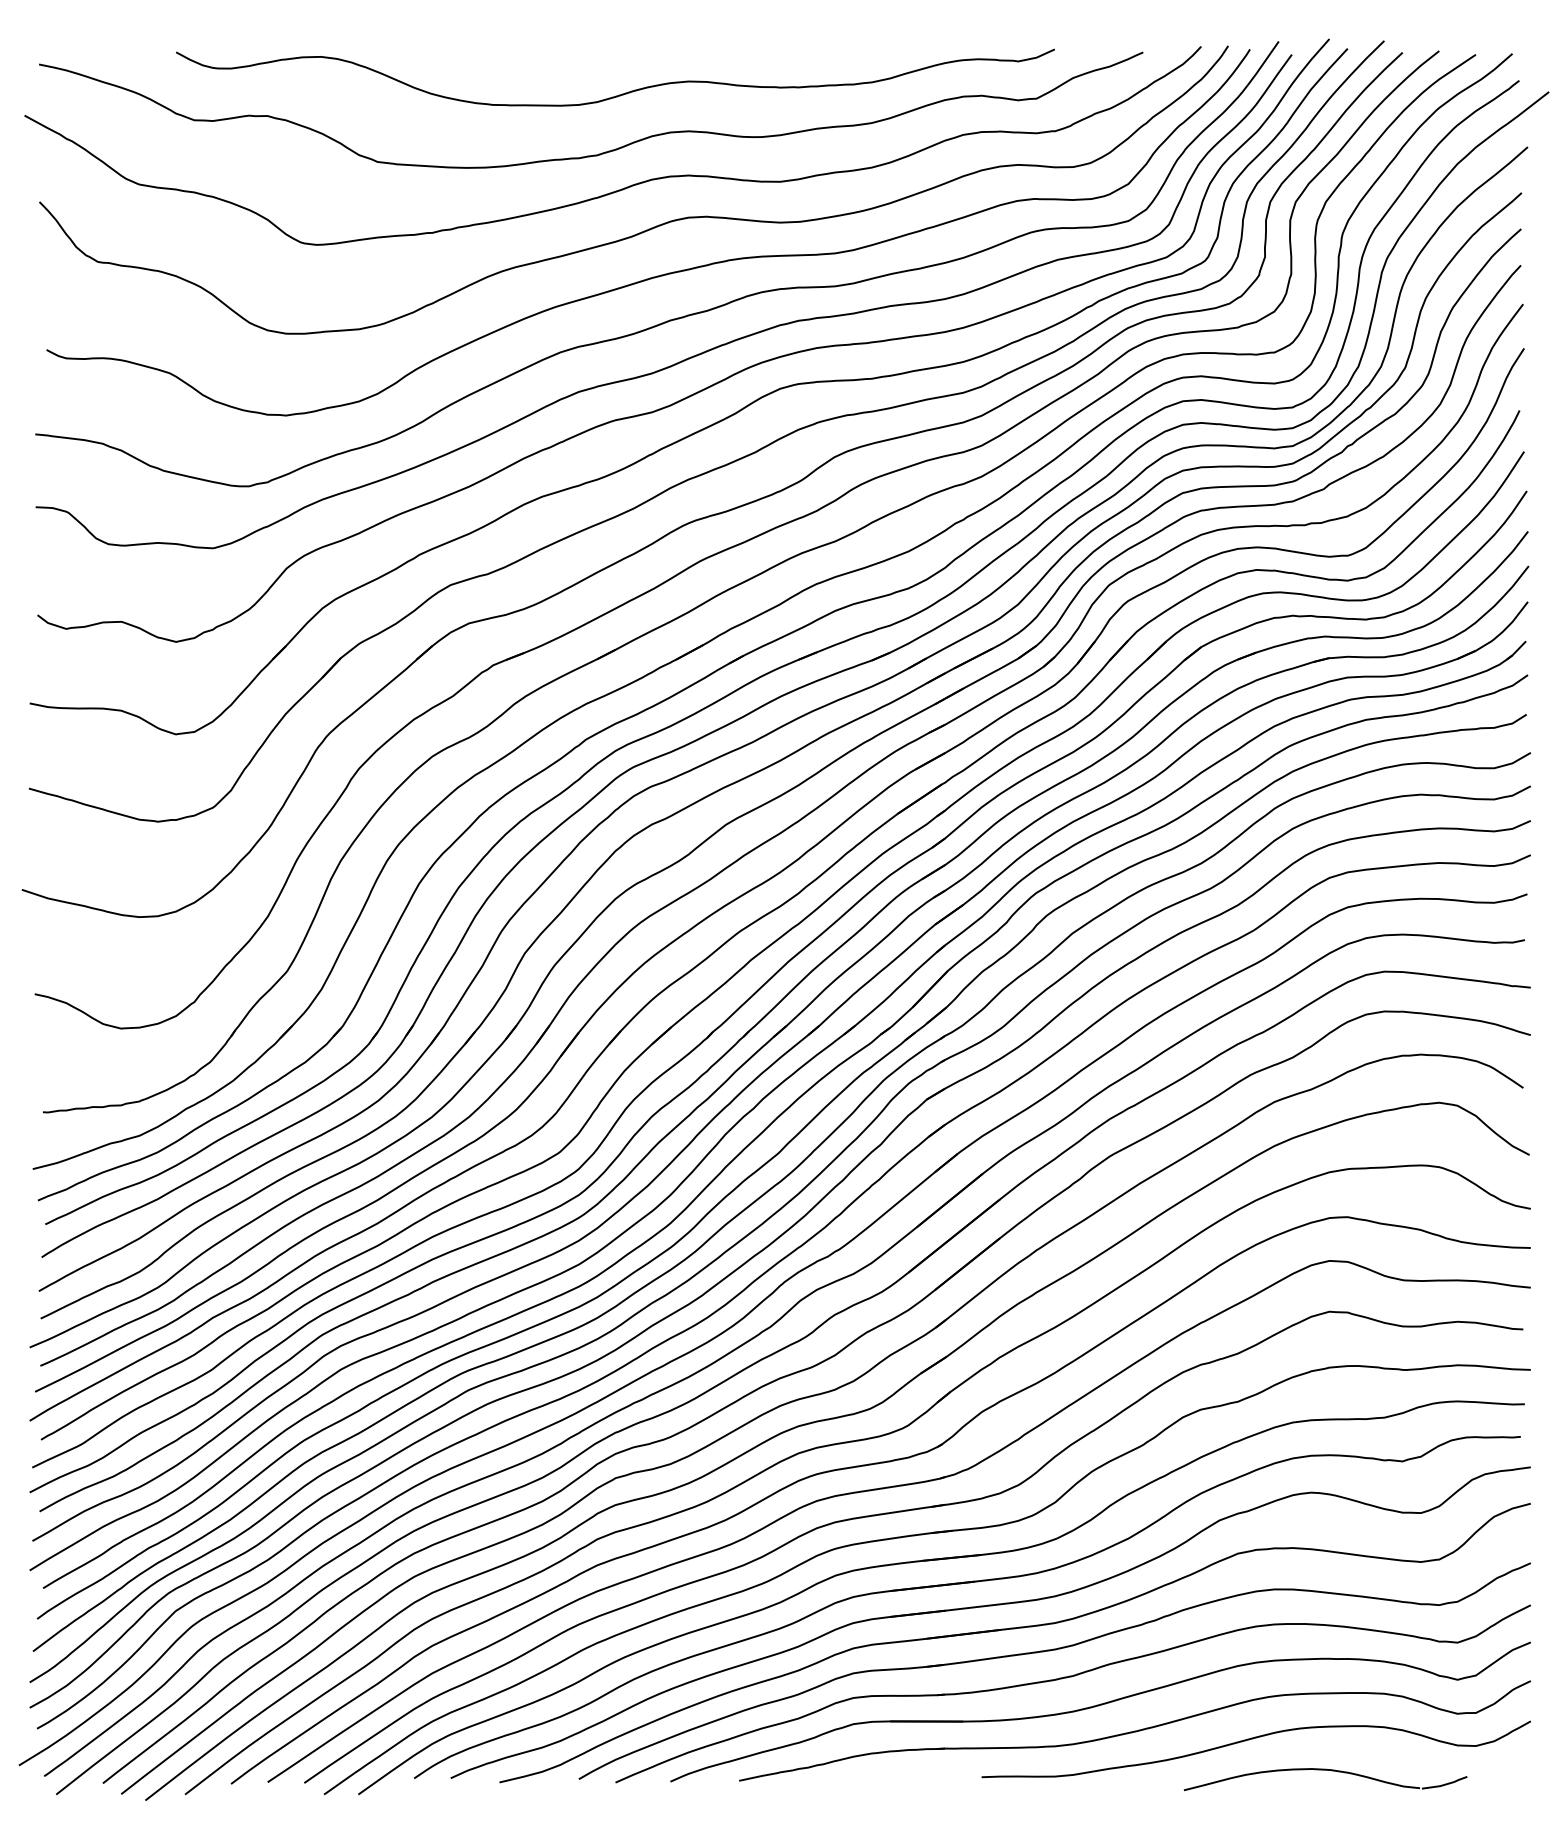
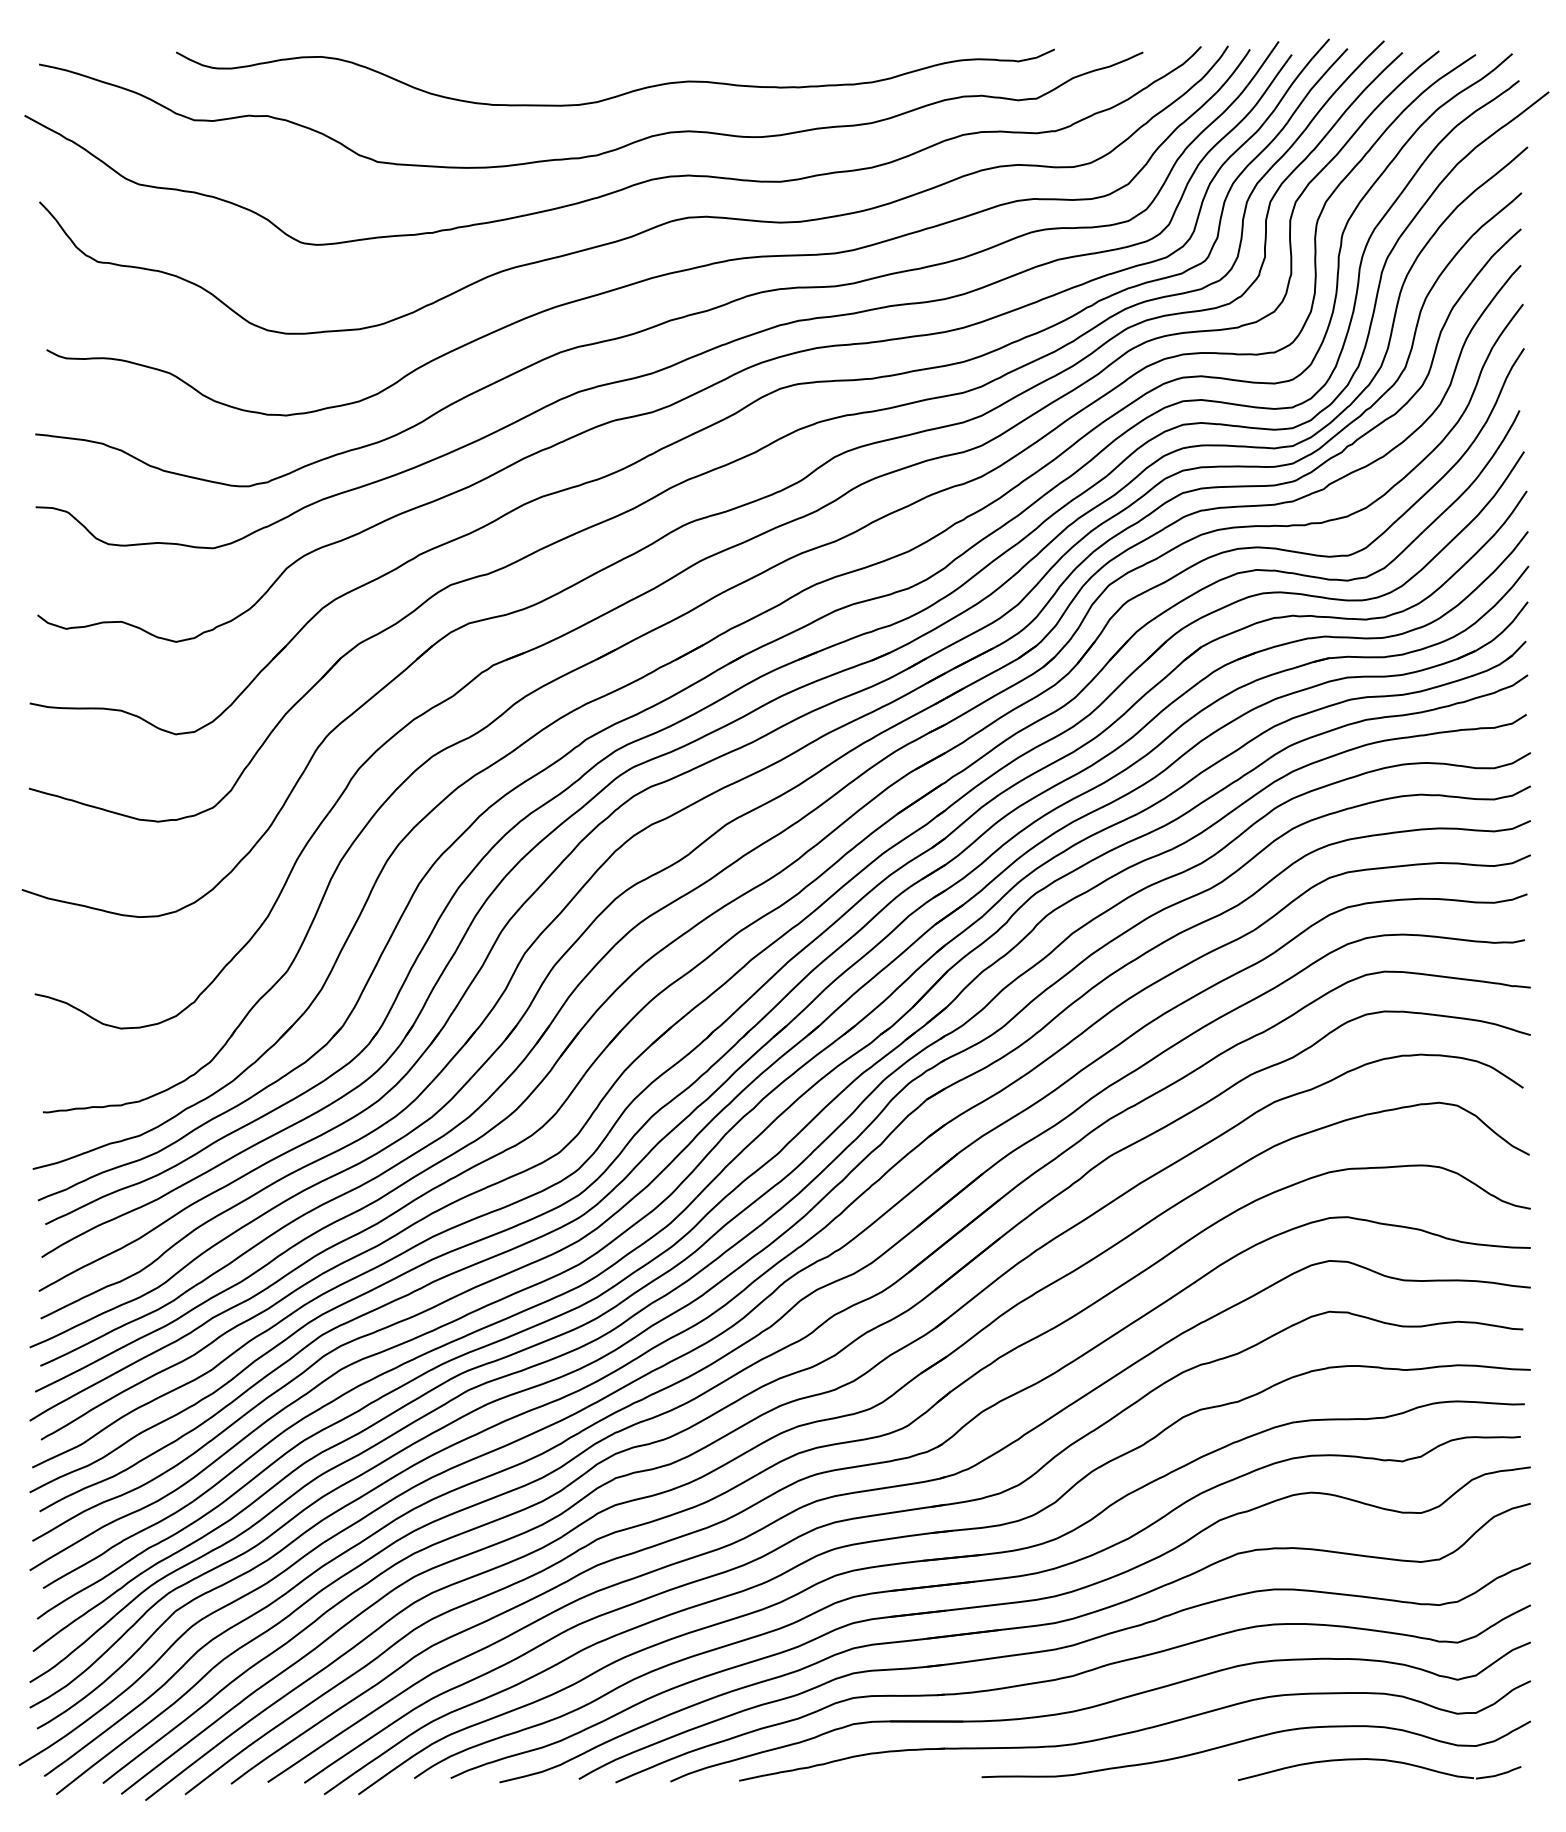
part at (1325, 1770) position: (1325, 1770) -> (1379, 1760)
